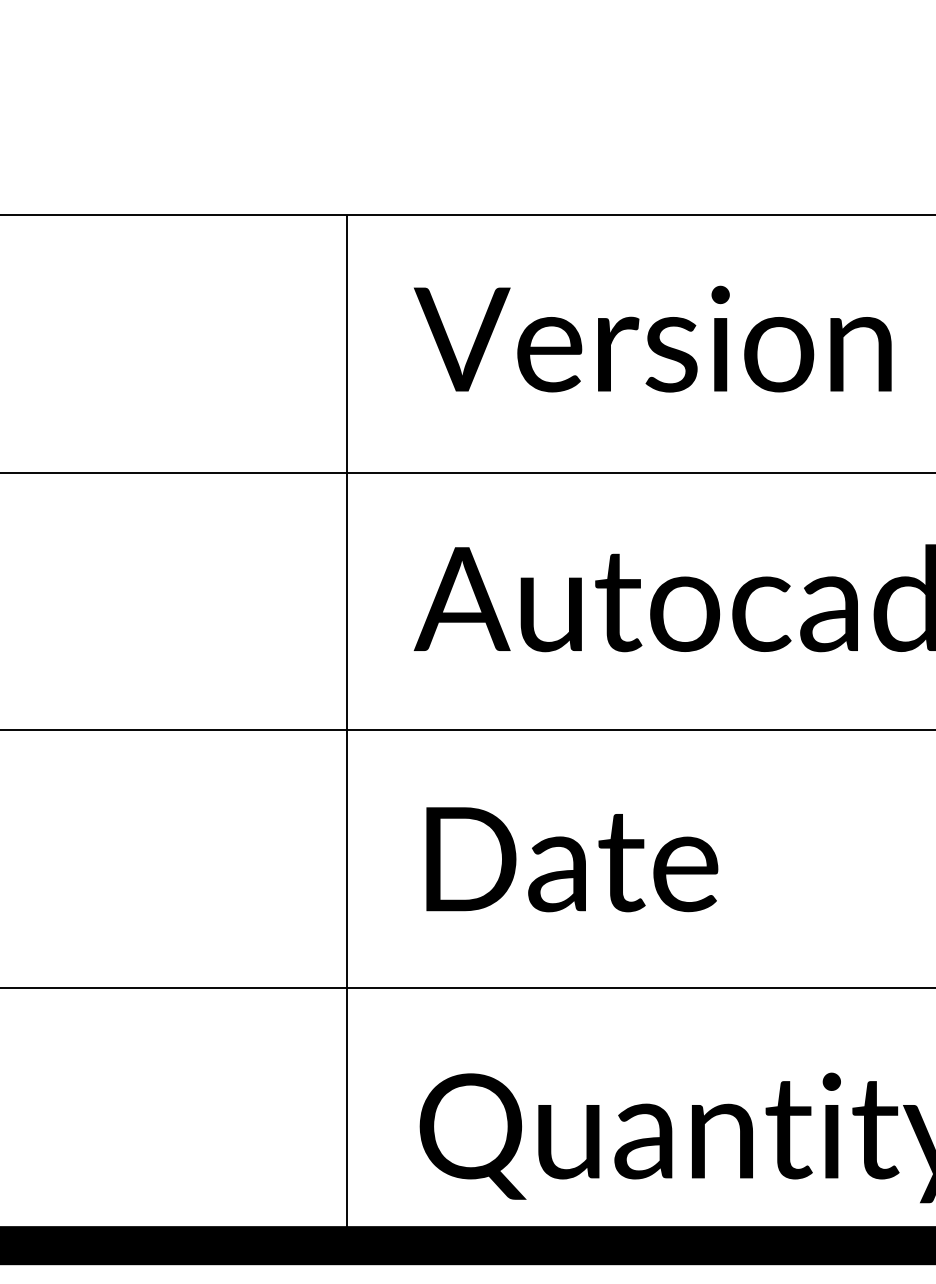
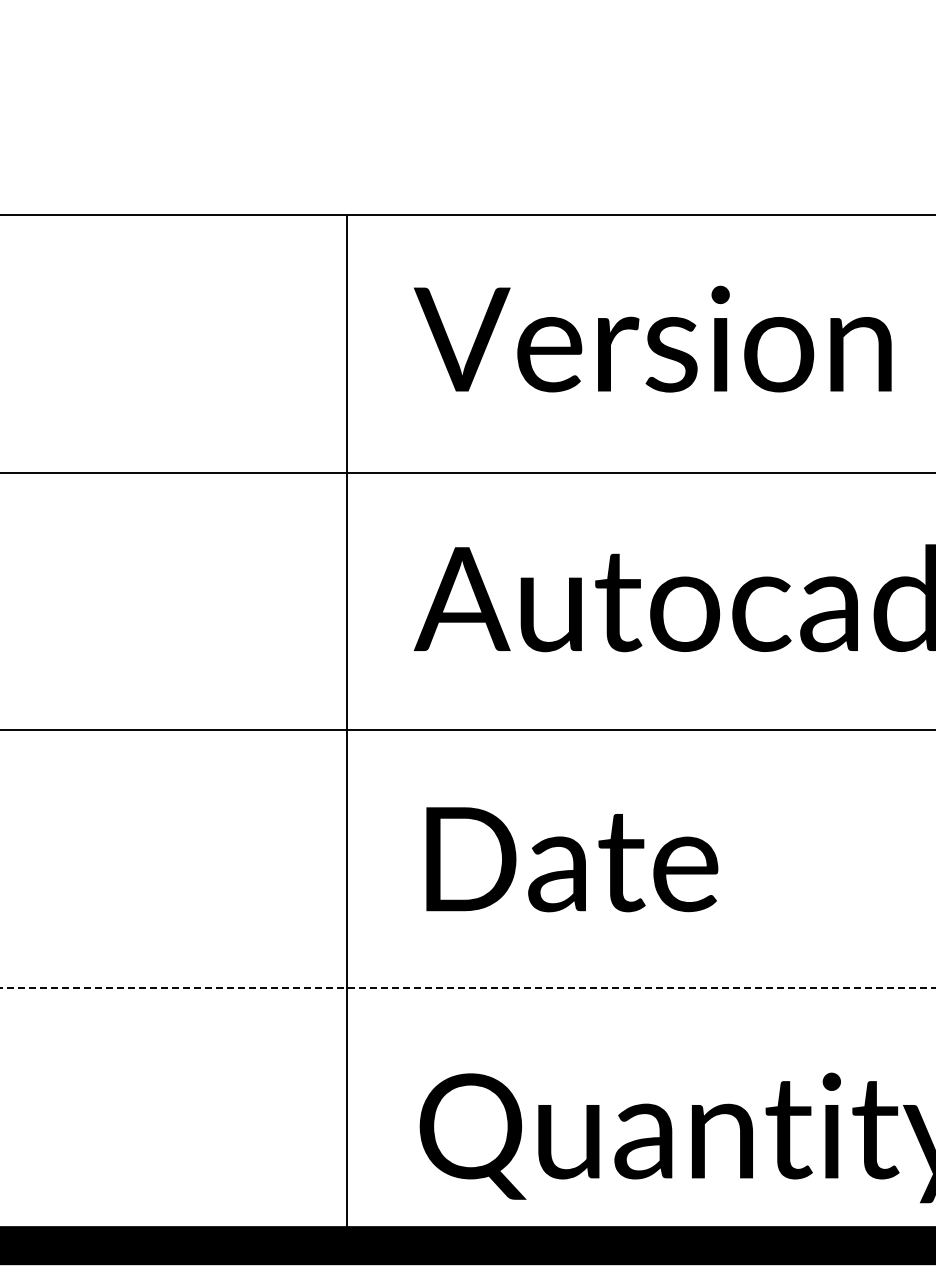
line at (467, 988): solid -> dashed
